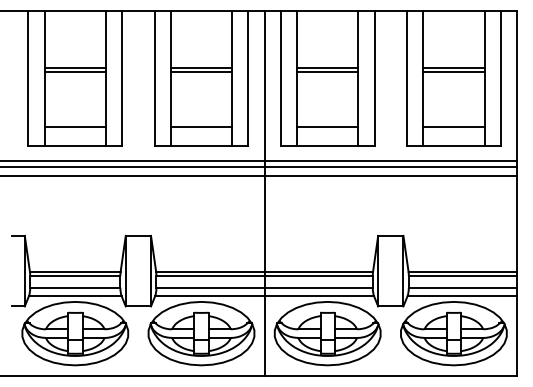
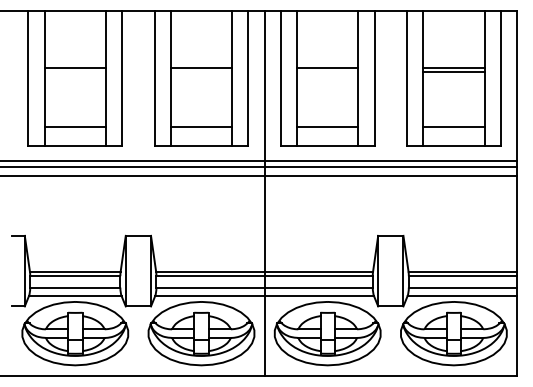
line at (74, 71): present -> none
line at (201, 71): present -> none
line at (327, 71): present -> none
